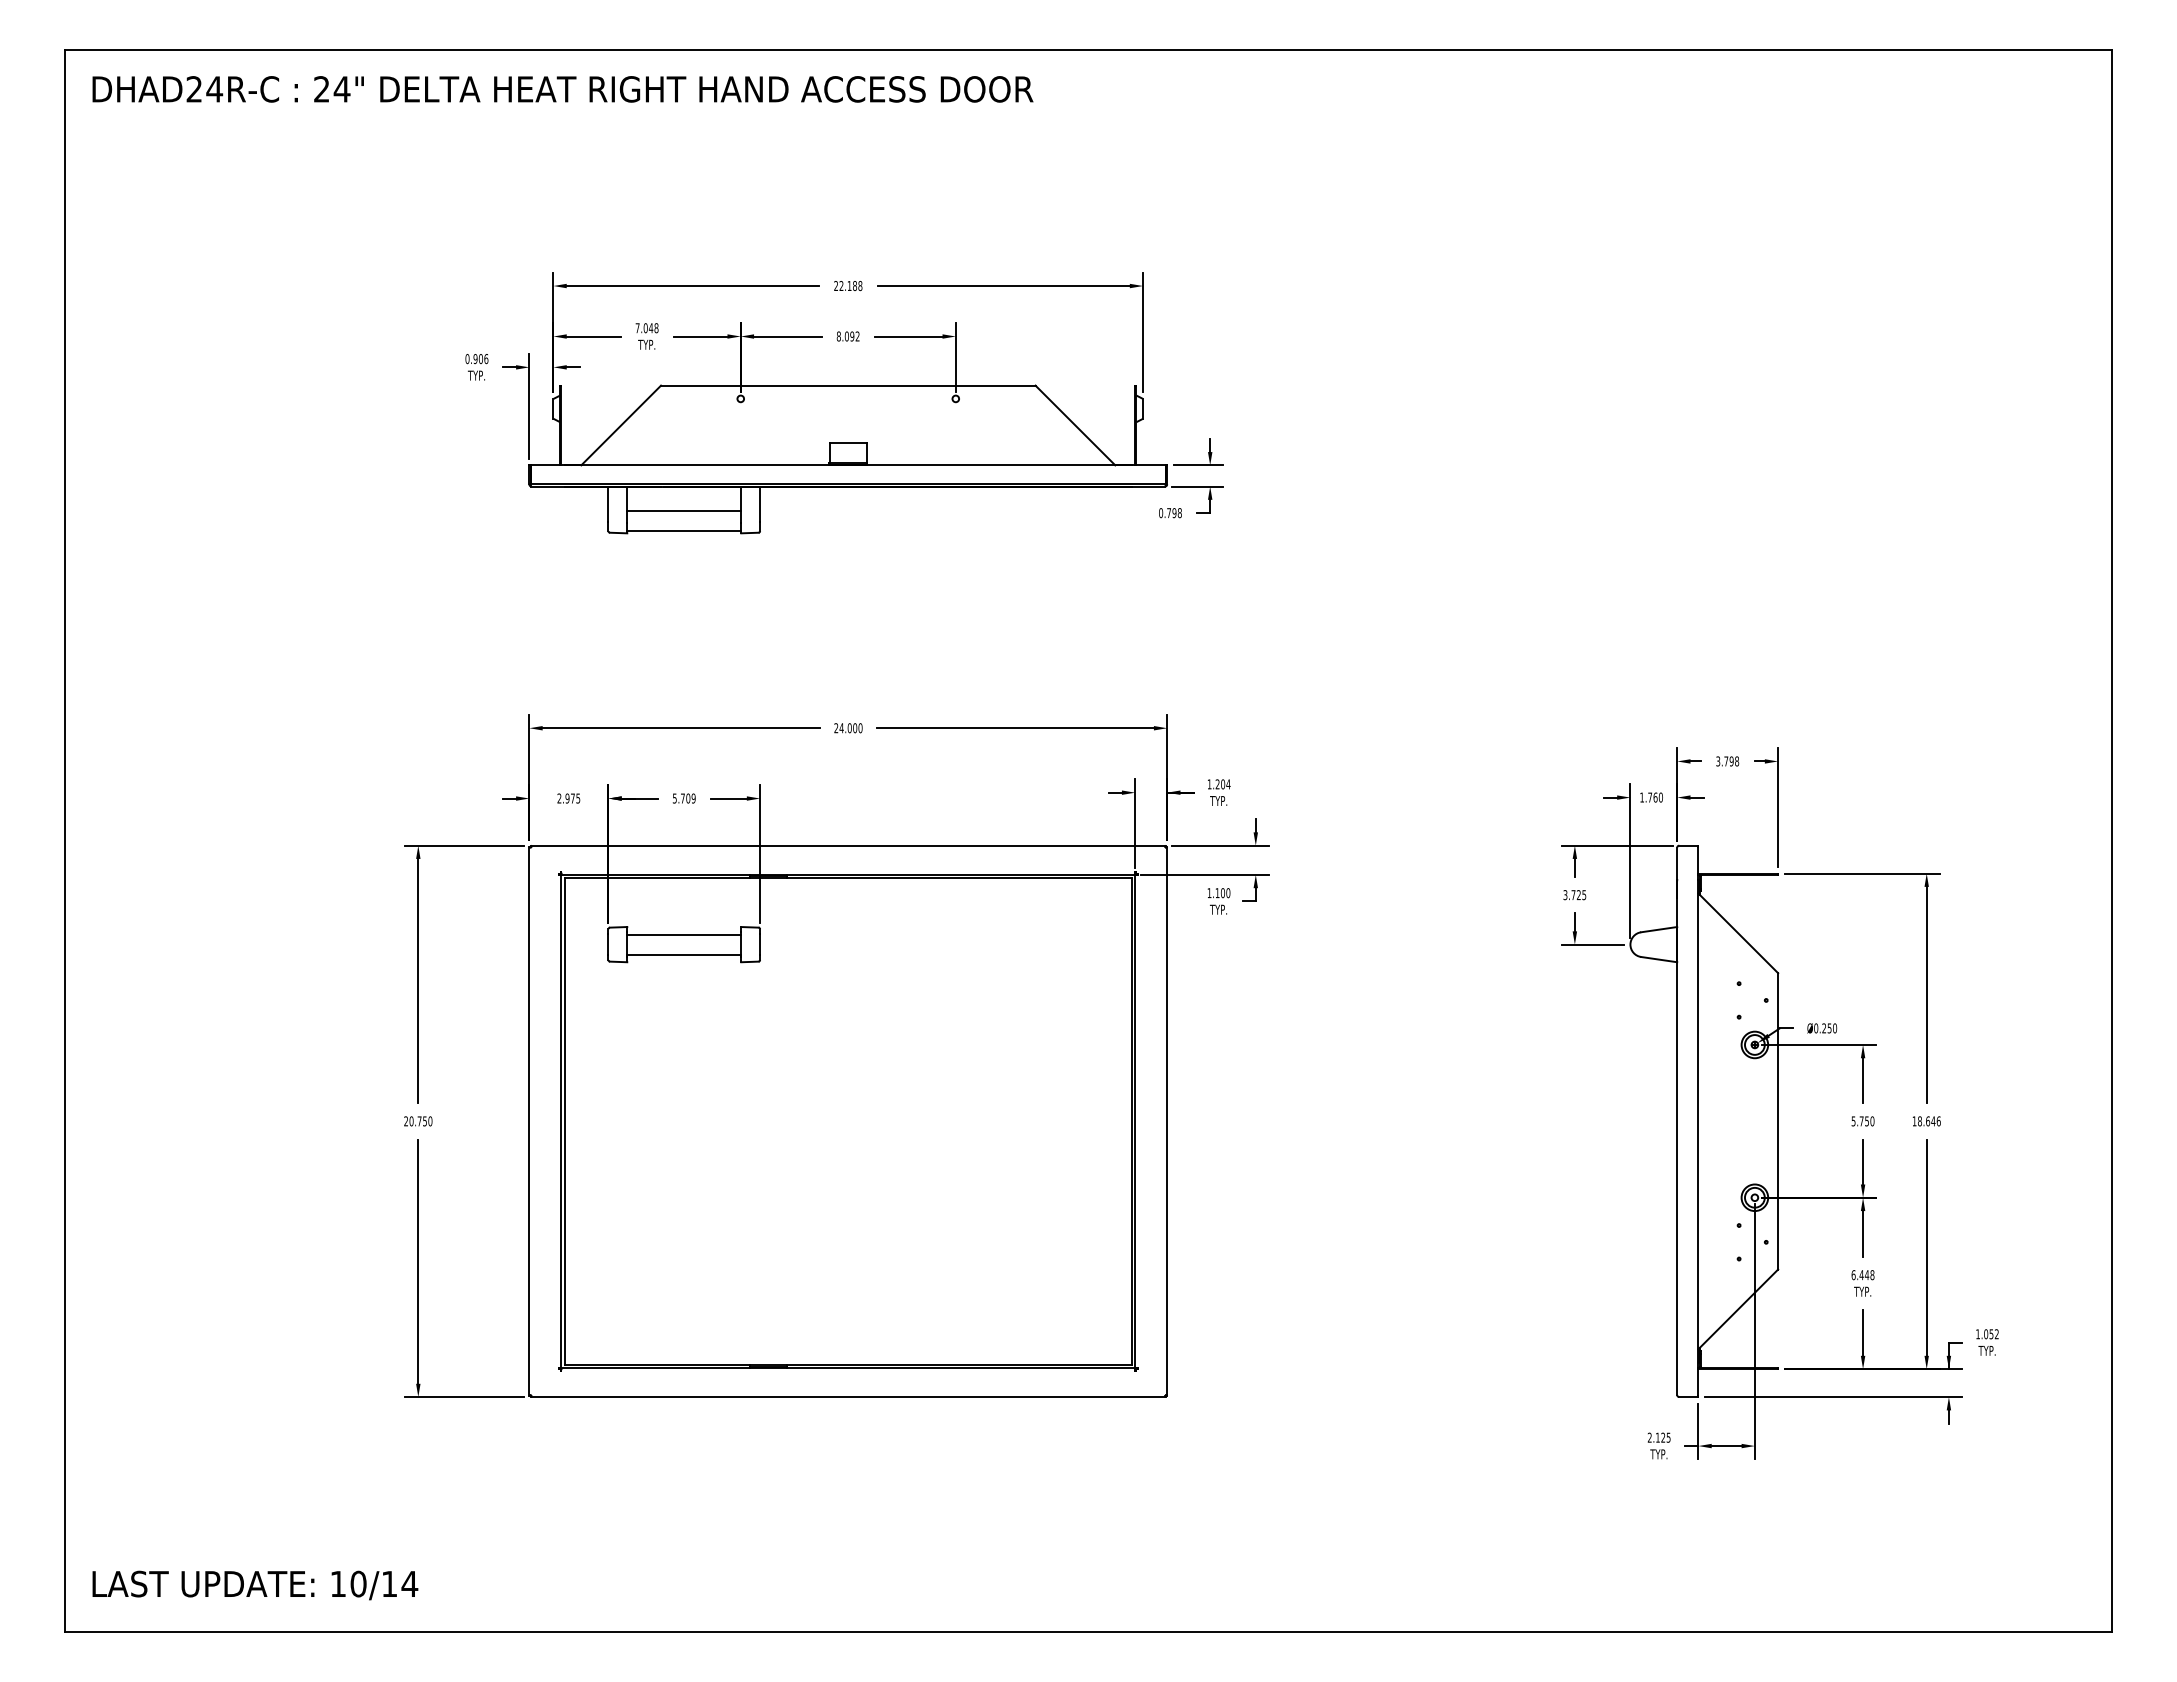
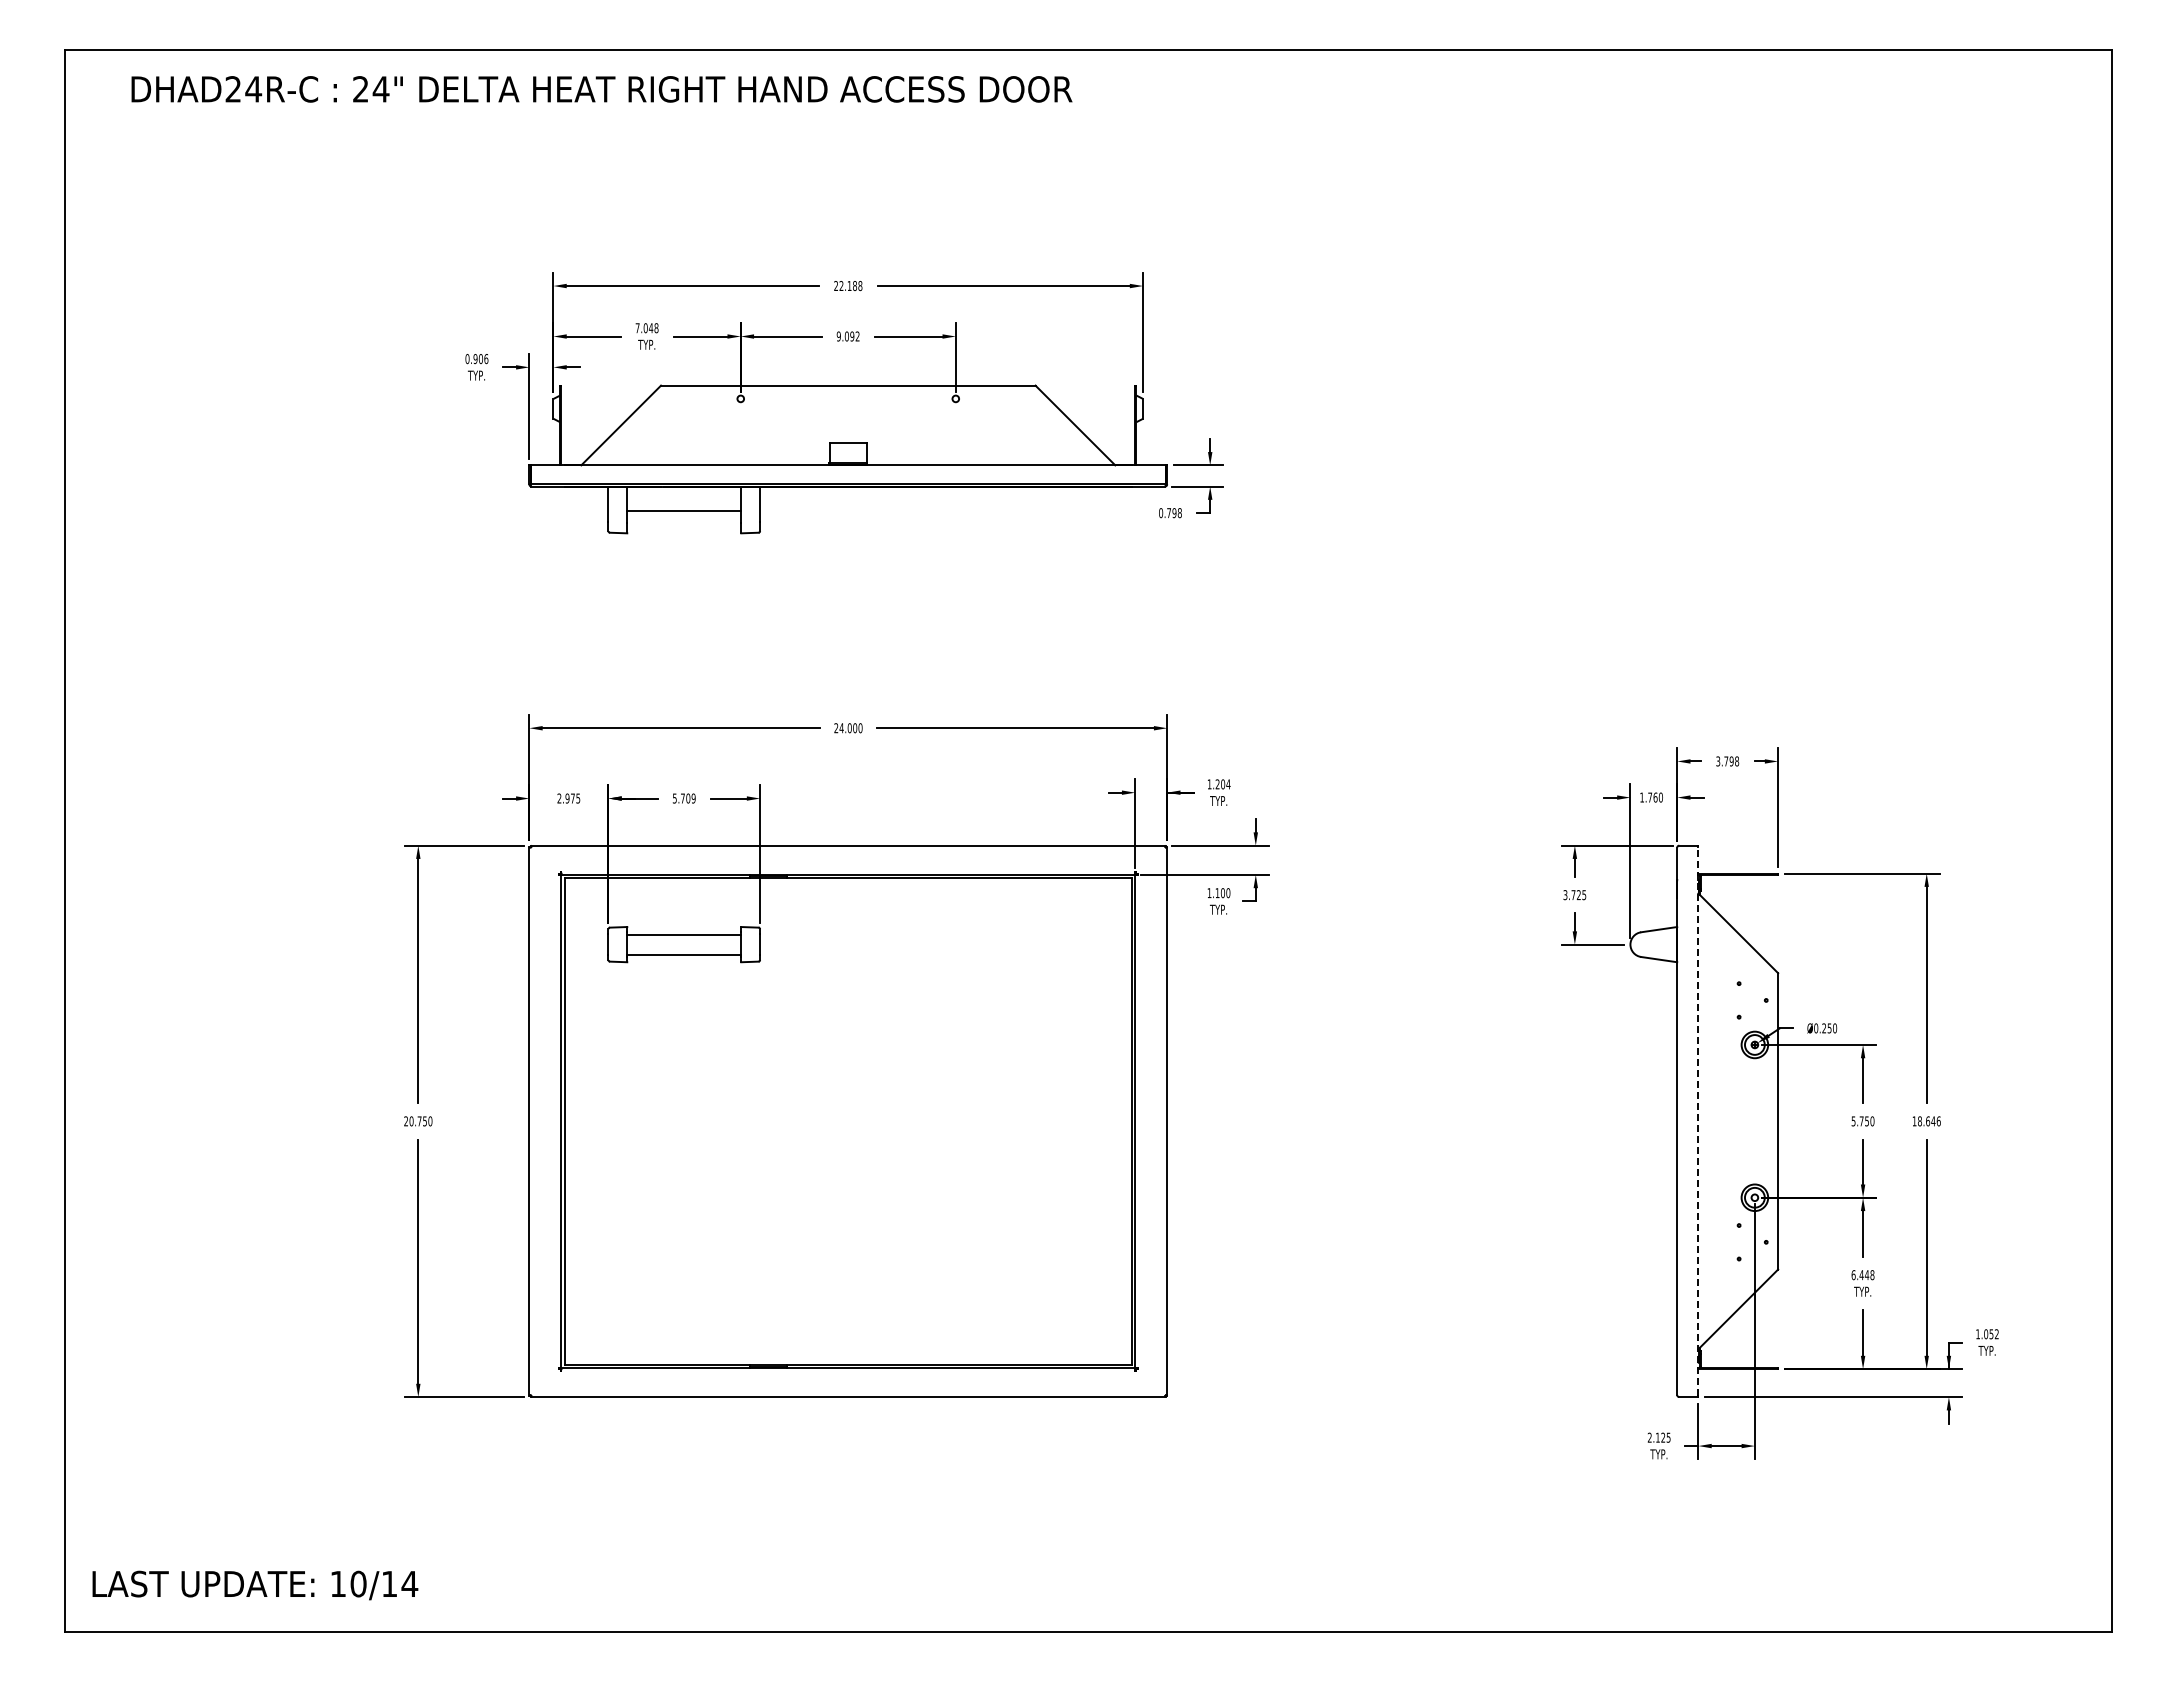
text at (562, 89) position: (562, 89) -> (601, 89)
text at (838, 336): 8.092 -> 9.092
line at (684, 530): present -> none
line at (1698, 1120): solid -> dashed
